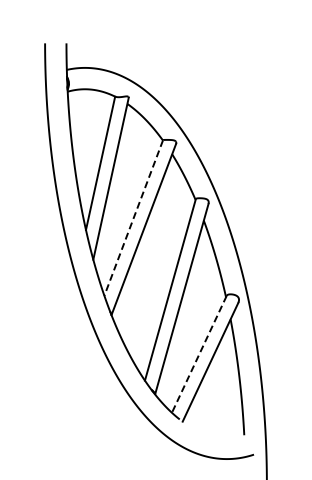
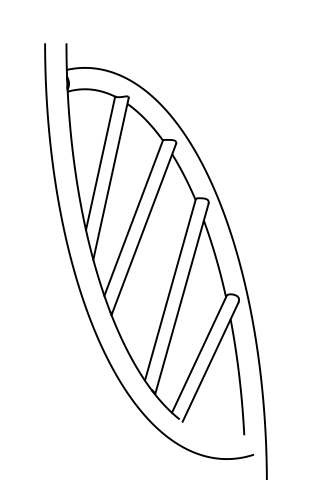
line at (133, 218): dashed -> solid
line at (199, 354): dashed -> solid
